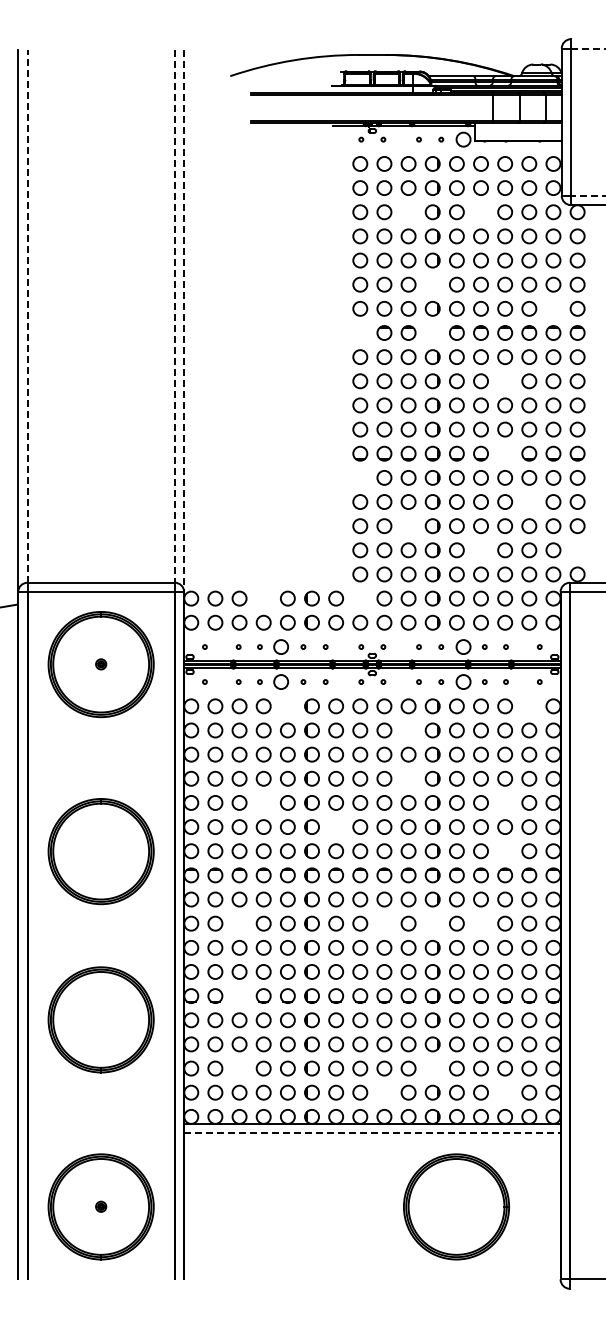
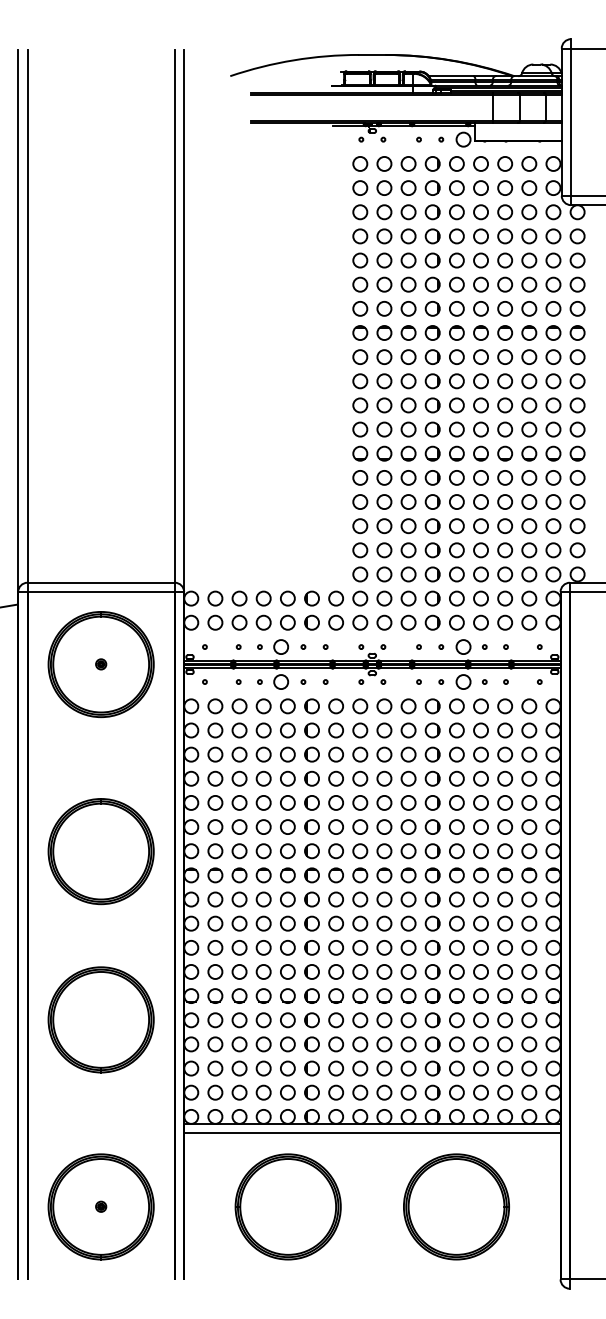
line at (588, 48): dashed -> solid
line at (588, 195): dashed -> solid
circle at (408, 212): none -> present
circle at (480, 212): none -> present
circle at (432, 284): none -> present
circle at (553, 308): none -> present
line at (27, 316): dashed -> solid
line at (174, 316): dashed -> solid
line at (184, 321): dashed -> solid
circle at (360, 332): none -> present
circle at (432, 332): none -> present
circle at (505, 381): none -> present
circle at (505, 453): none -> present
circle at (360, 477): none -> present
circle at (529, 501): none -> present
circle at (408, 526): none -> present
circle at (480, 550): none -> present
circle at (577, 550): none -> present
circle at (263, 598): none -> present
circle at (360, 598): none -> present
circle at (287, 706): none -> present
circle at (529, 706): none -> present
circle at (408, 730): none -> present
circle at (408, 778): none -> present
circle at (263, 802): none -> present
circle at (505, 802): none -> present
circle at (335, 826): none -> present
circle at (505, 851): none -> present
circle at (239, 923): none -> present
circle at (384, 923): none -> present
circle at (432, 923): none -> present
circle at (480, 923): none -> present
circle at (239, 995): none -> present
circle at (239, 1068): none -> present
circle at (432, 1068): none -> present
circle at (384, 1092): none -> present
circle at (504, 1092): none -> present
line at (372, 1133): dashed -> solid
part at (287, 1206): none -> present
